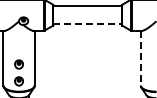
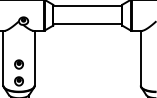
line at (88, 24): dashed -> solid
line at (140, 58): dashed -> solid
